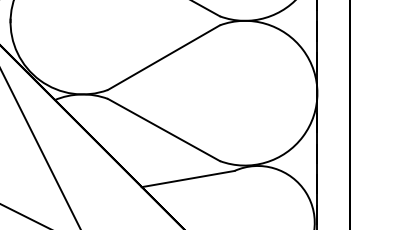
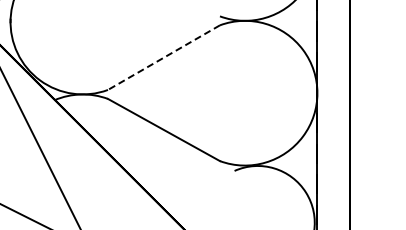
line at (206, 9): present -> none
line at (163, 57): solid -> dashed
line at (187, 178): present -> none
